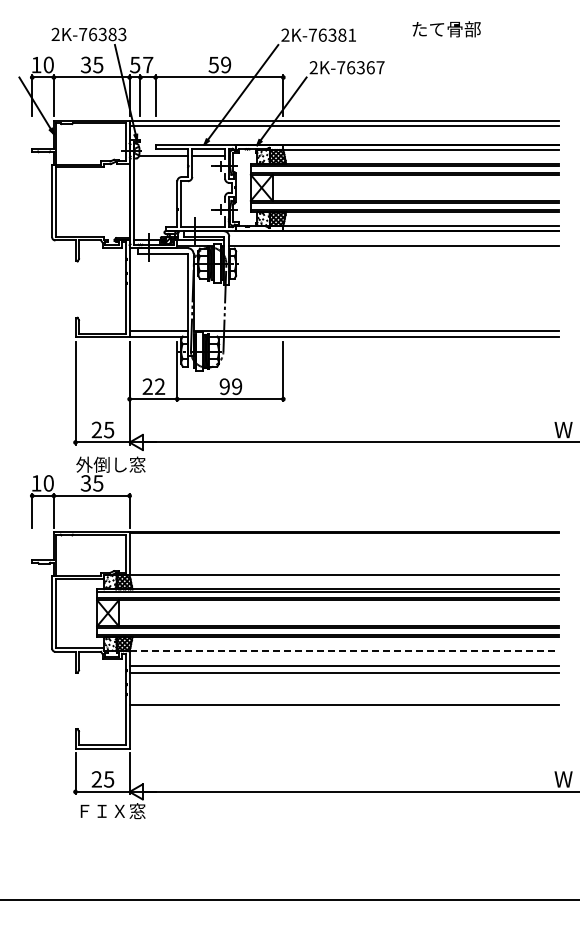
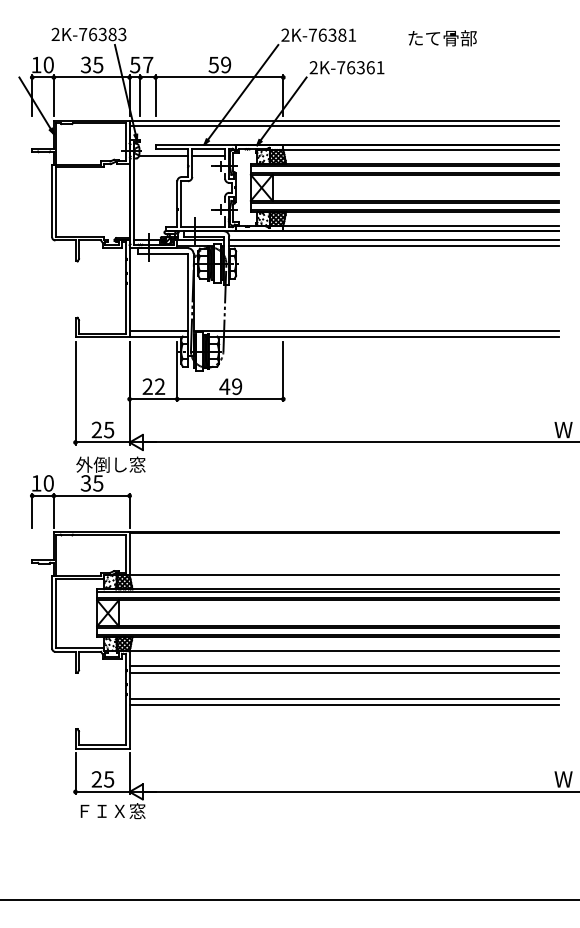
text at (446, 29) position: (446, 29) -> (442, 38)
text at (380, 67): 2K-76367 -> 2K-76361
line at (394, 239): none -> present
text at (224, 386): 99 -> 49
line at (344, 651): dashed -> solid
line at (344, 698): none -> present
